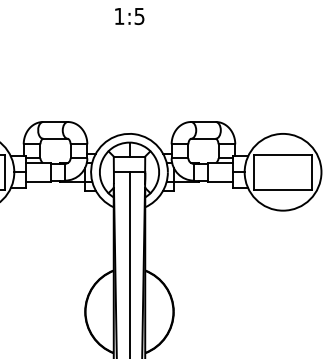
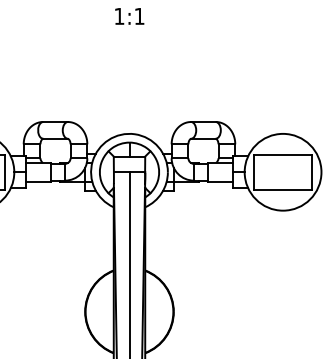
text at (139, 16): 1:5 -> 1:1
